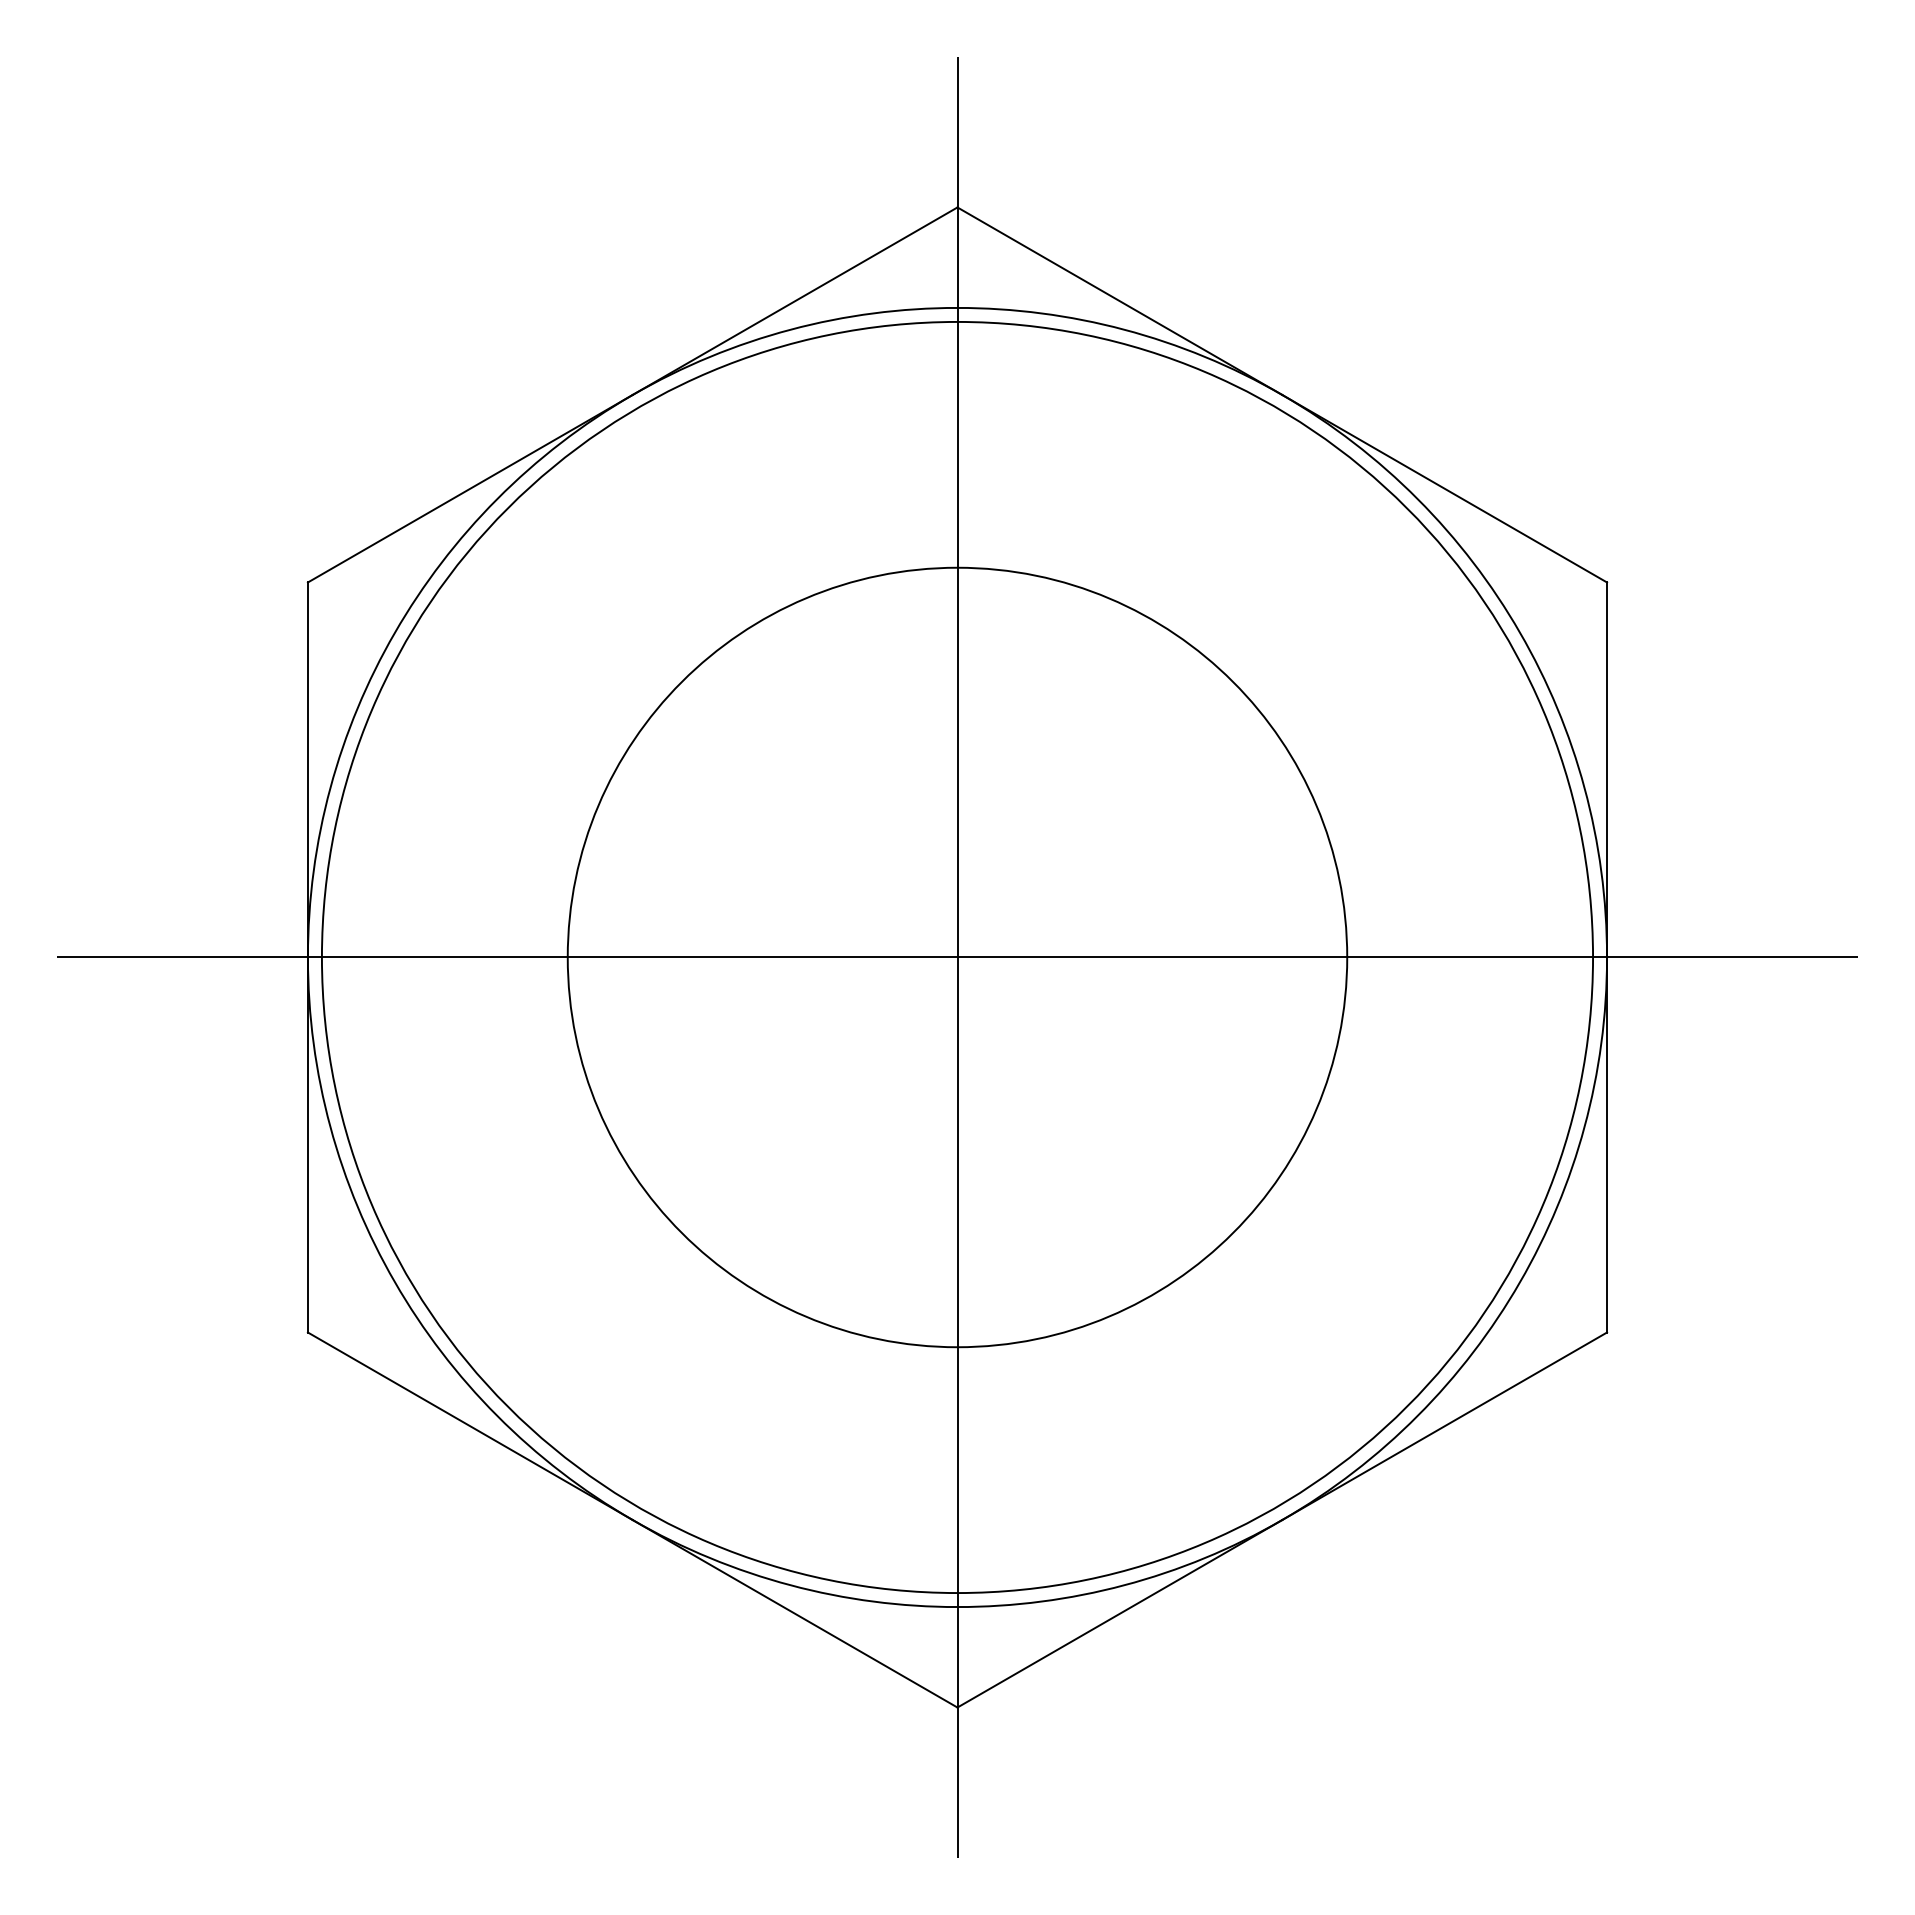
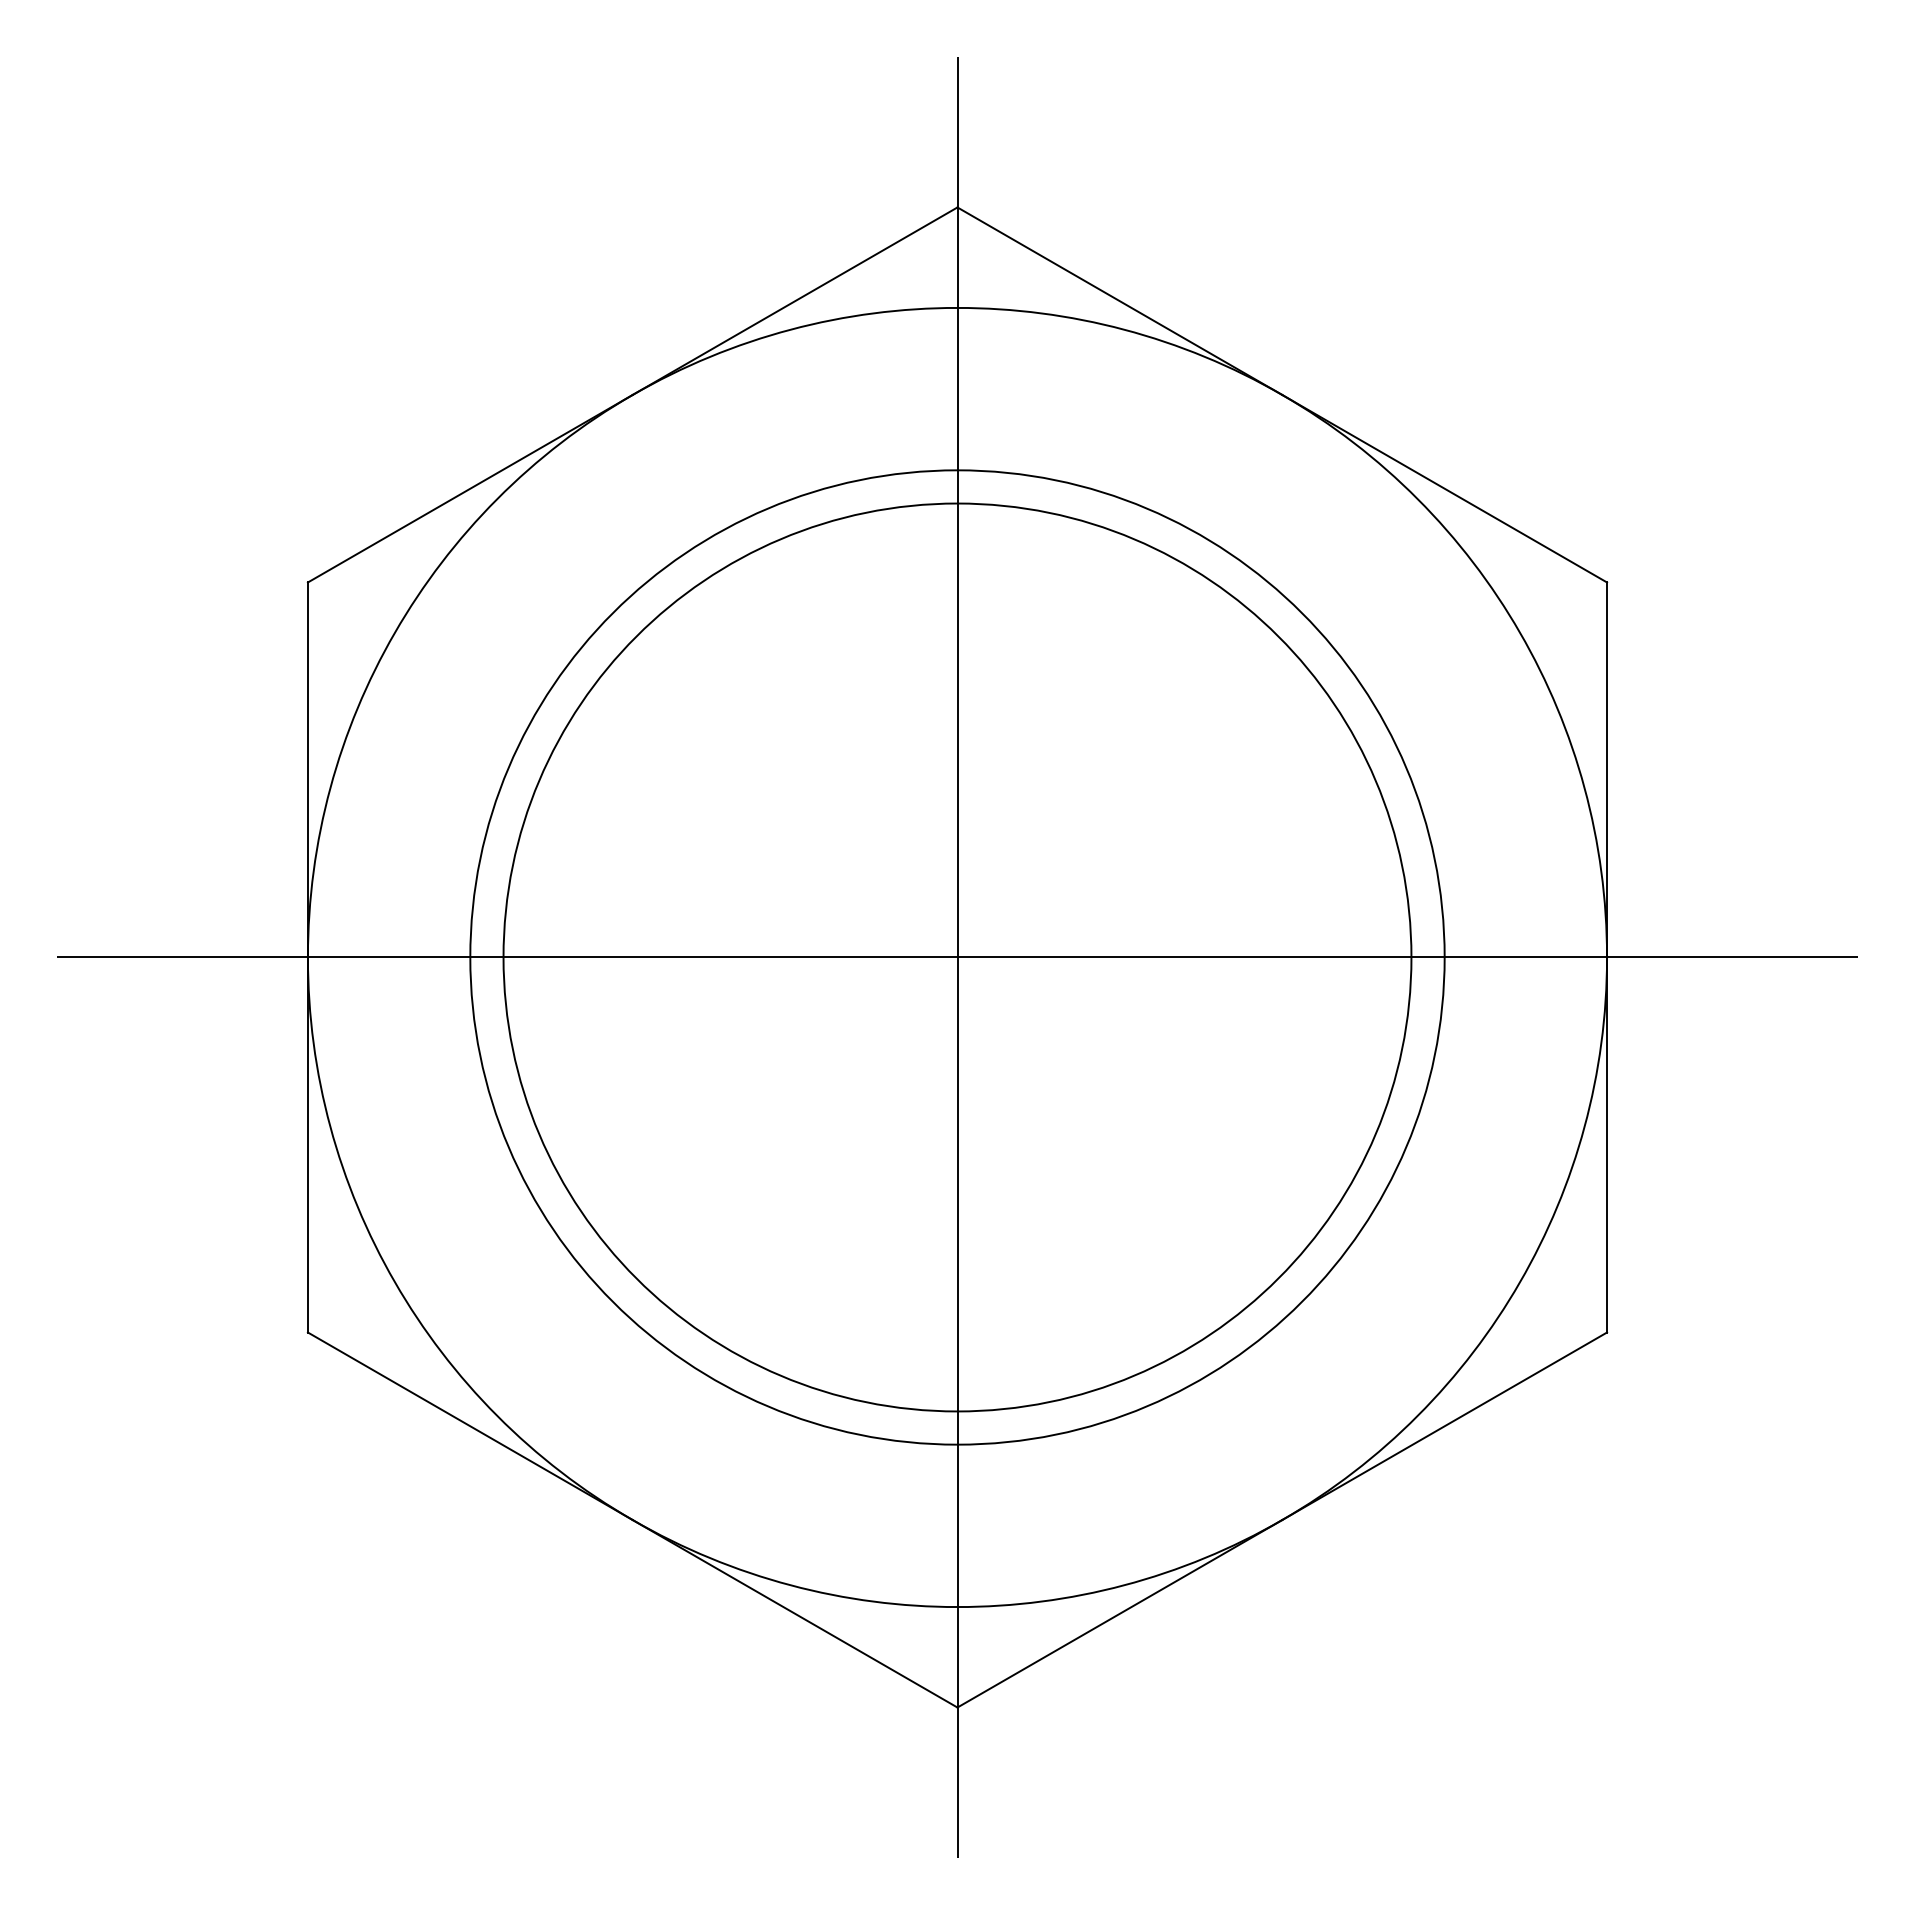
circle at (957, 957) diameter: 1271 px -> 908 px
circle at (957, 957) diameter: 779 px -> 974 px
